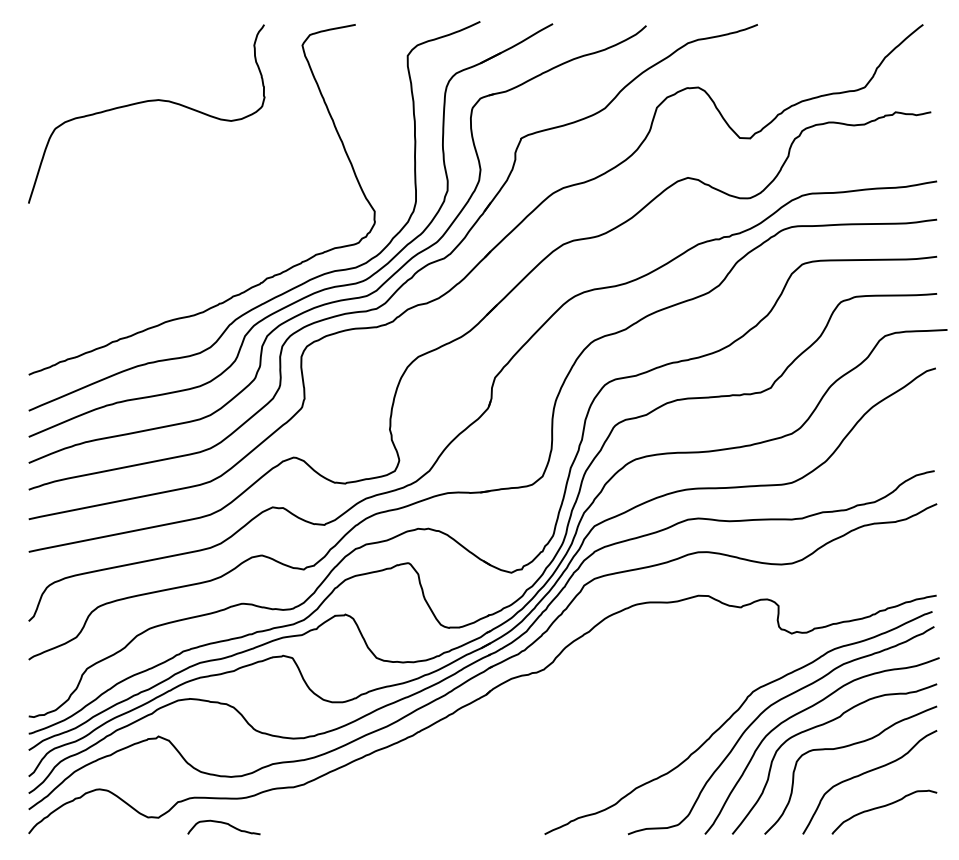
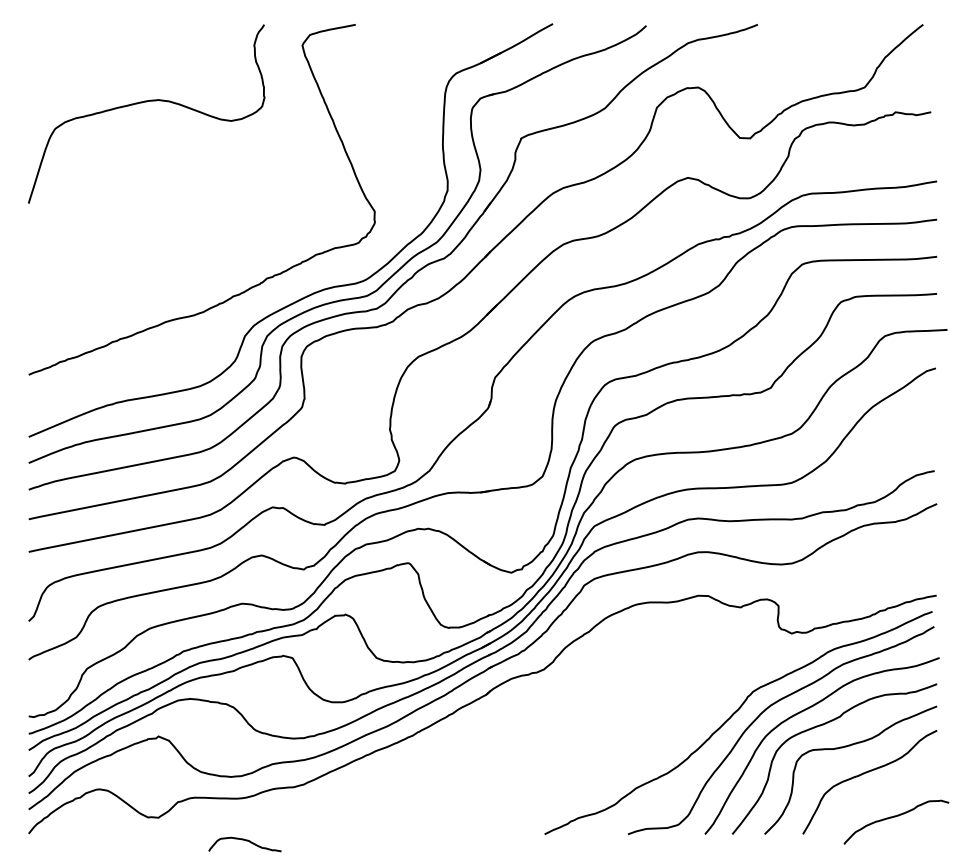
curve at (291, 288): present -> none
curve at (883, 807) position: (883, 807) -> (895, 817)
curve at (225, 824) position: (225, 824) -> (246, 841)
